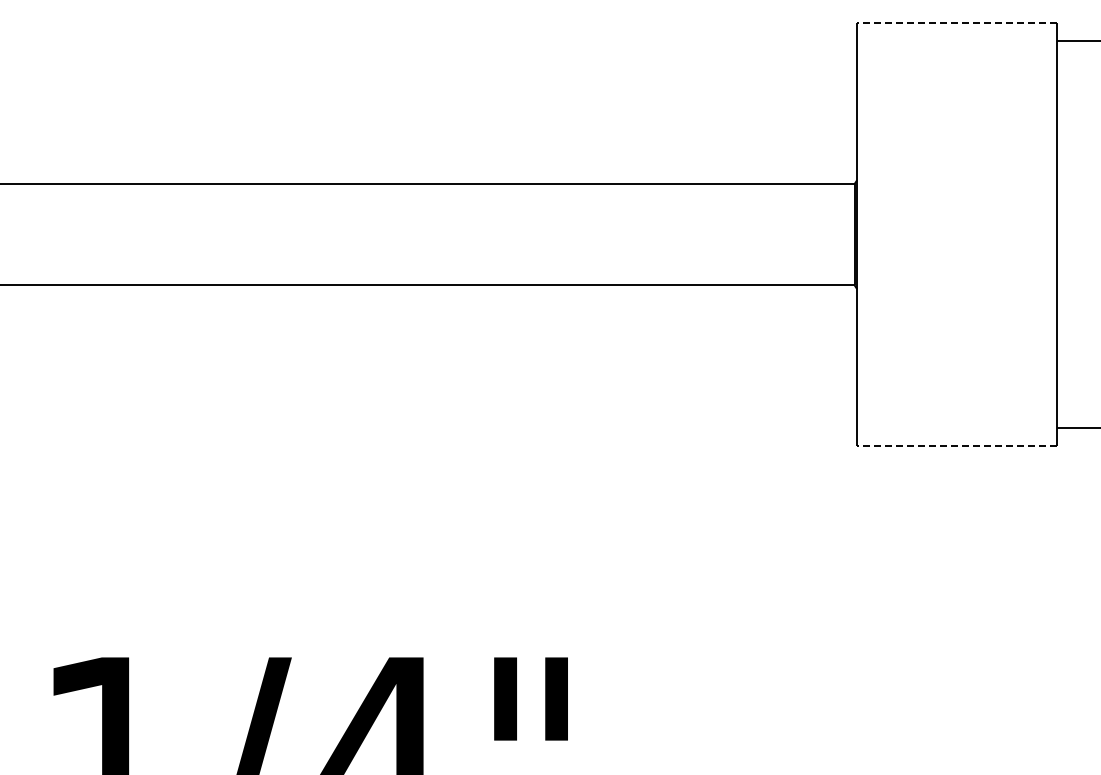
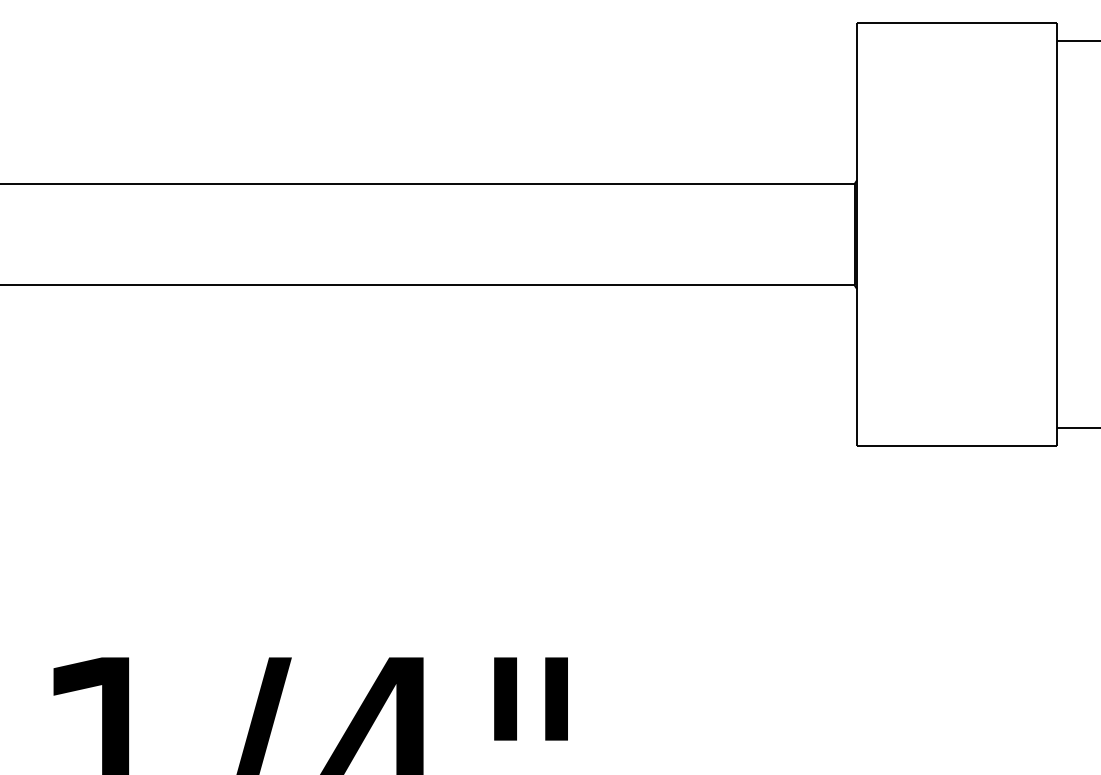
line at (957, 23): dashed -> solid
line at (957, 446): dashed -> solid
